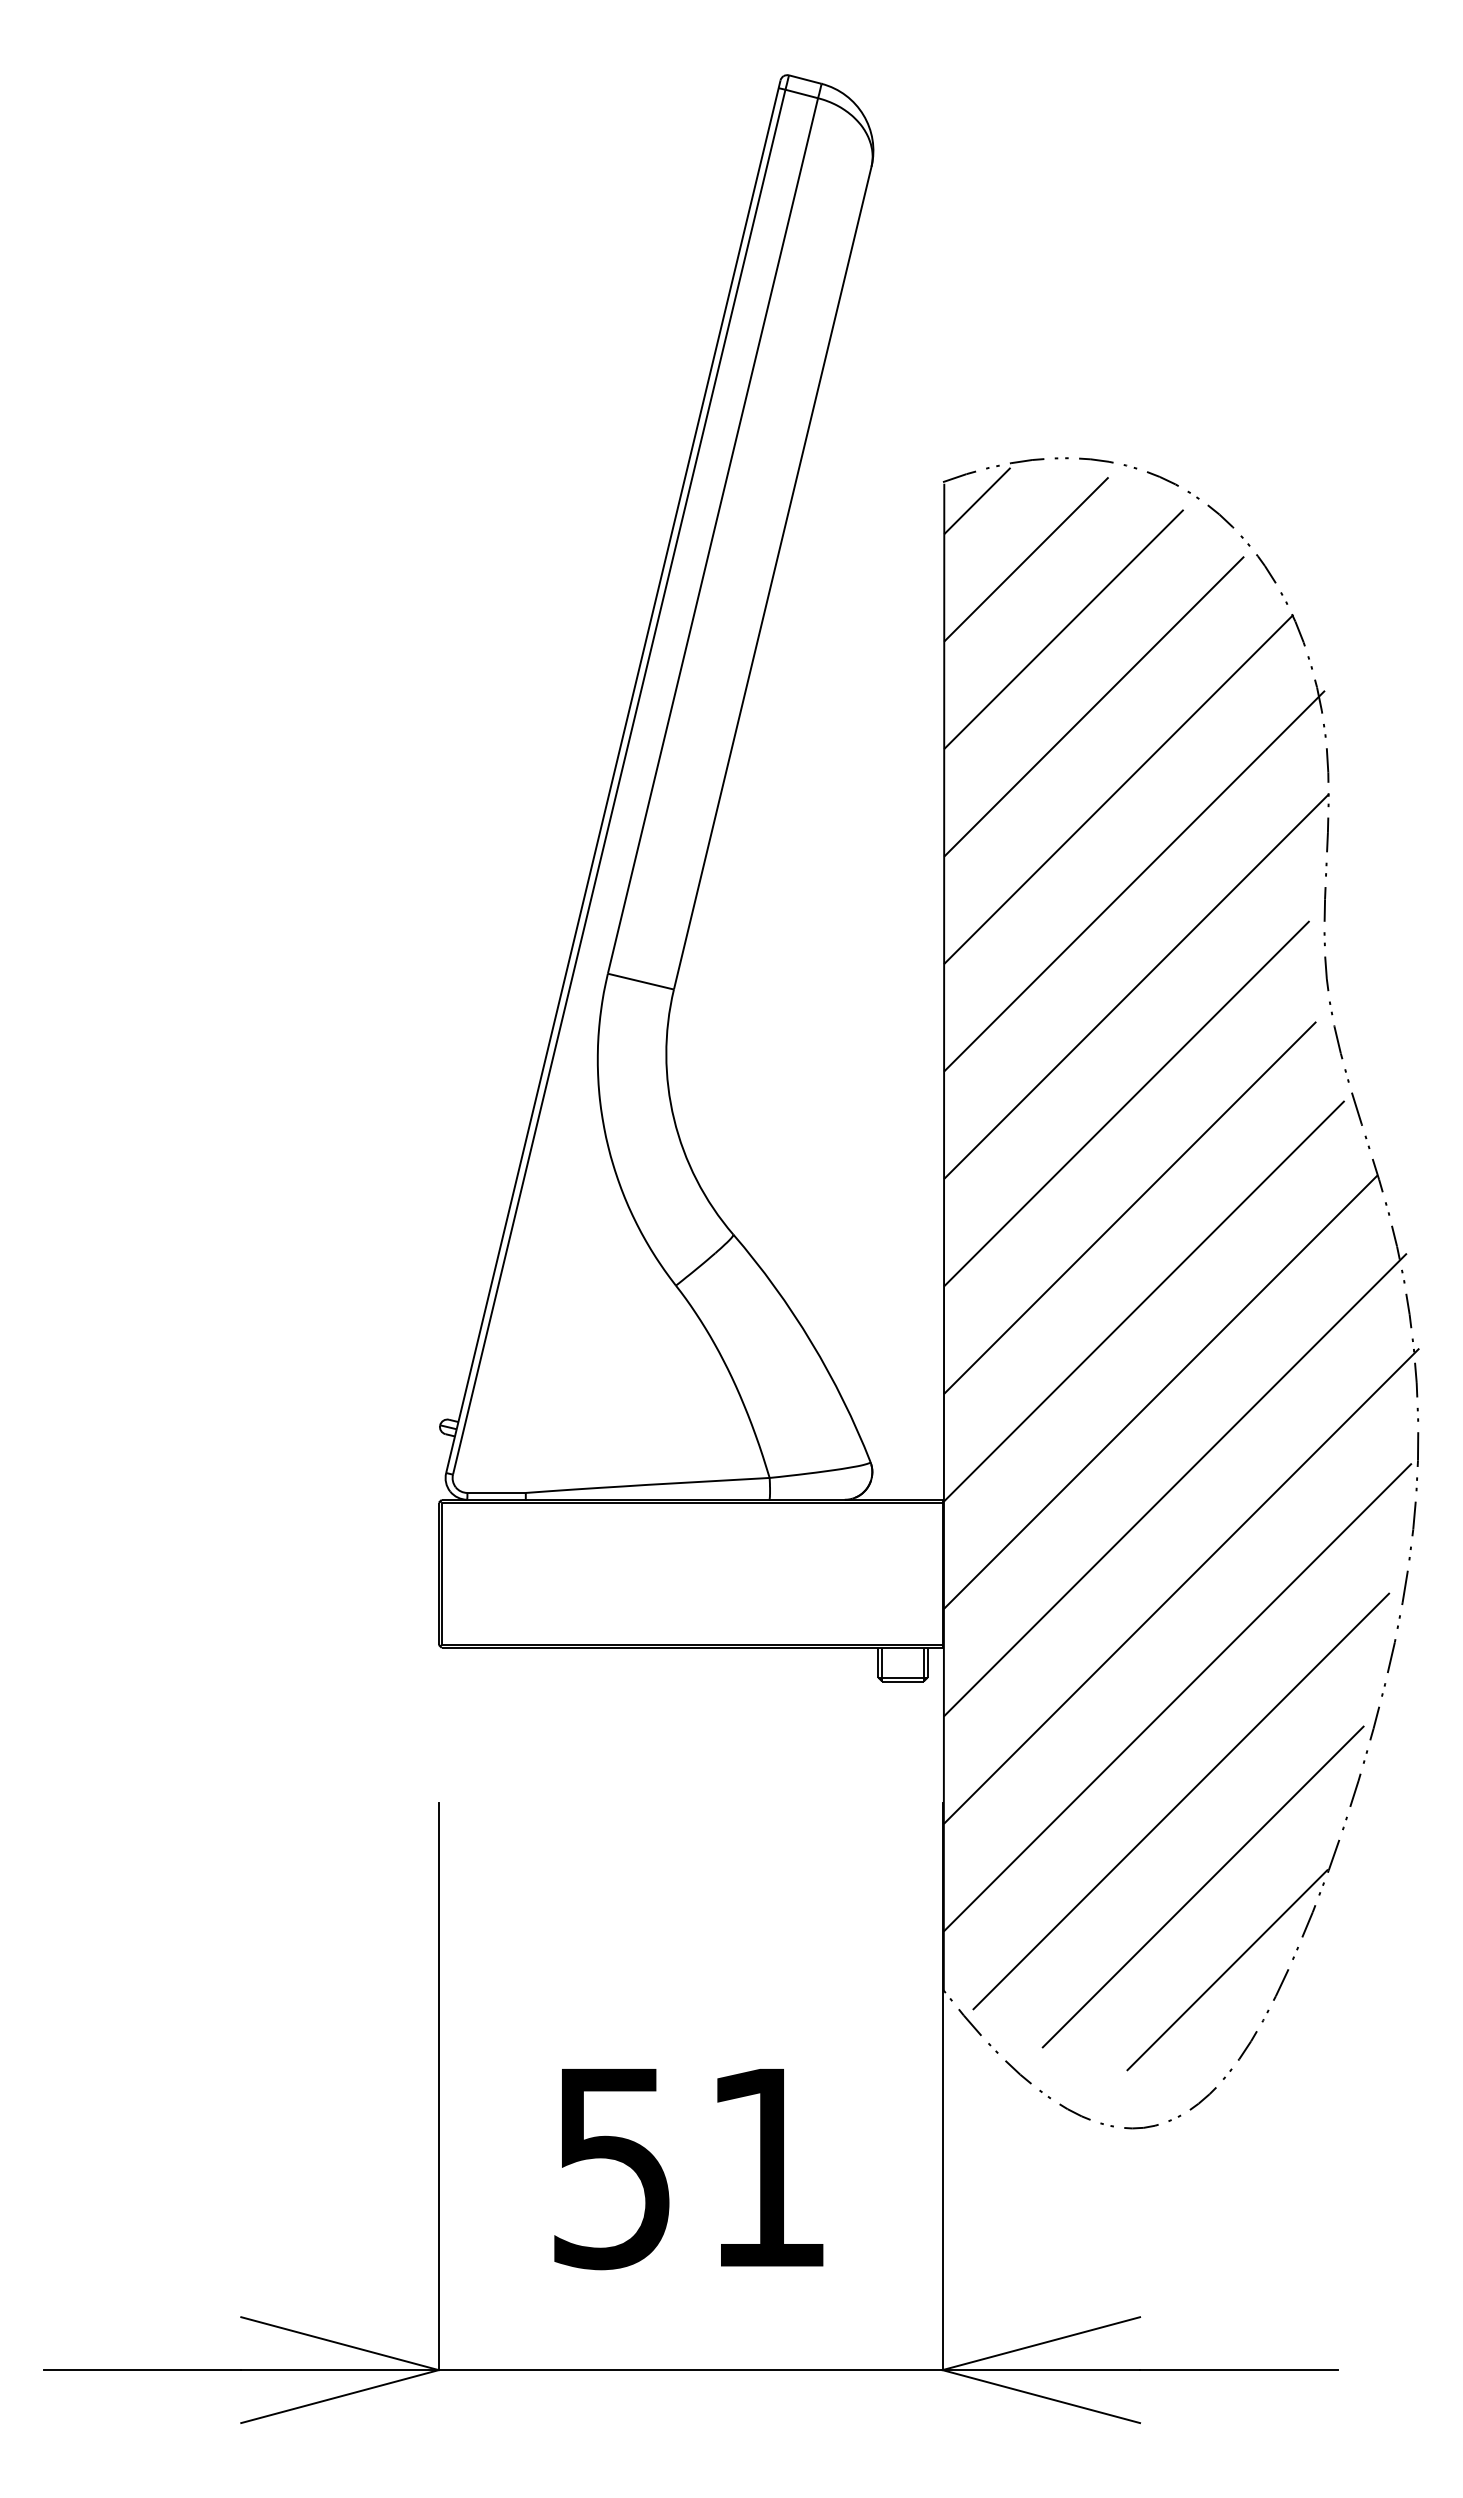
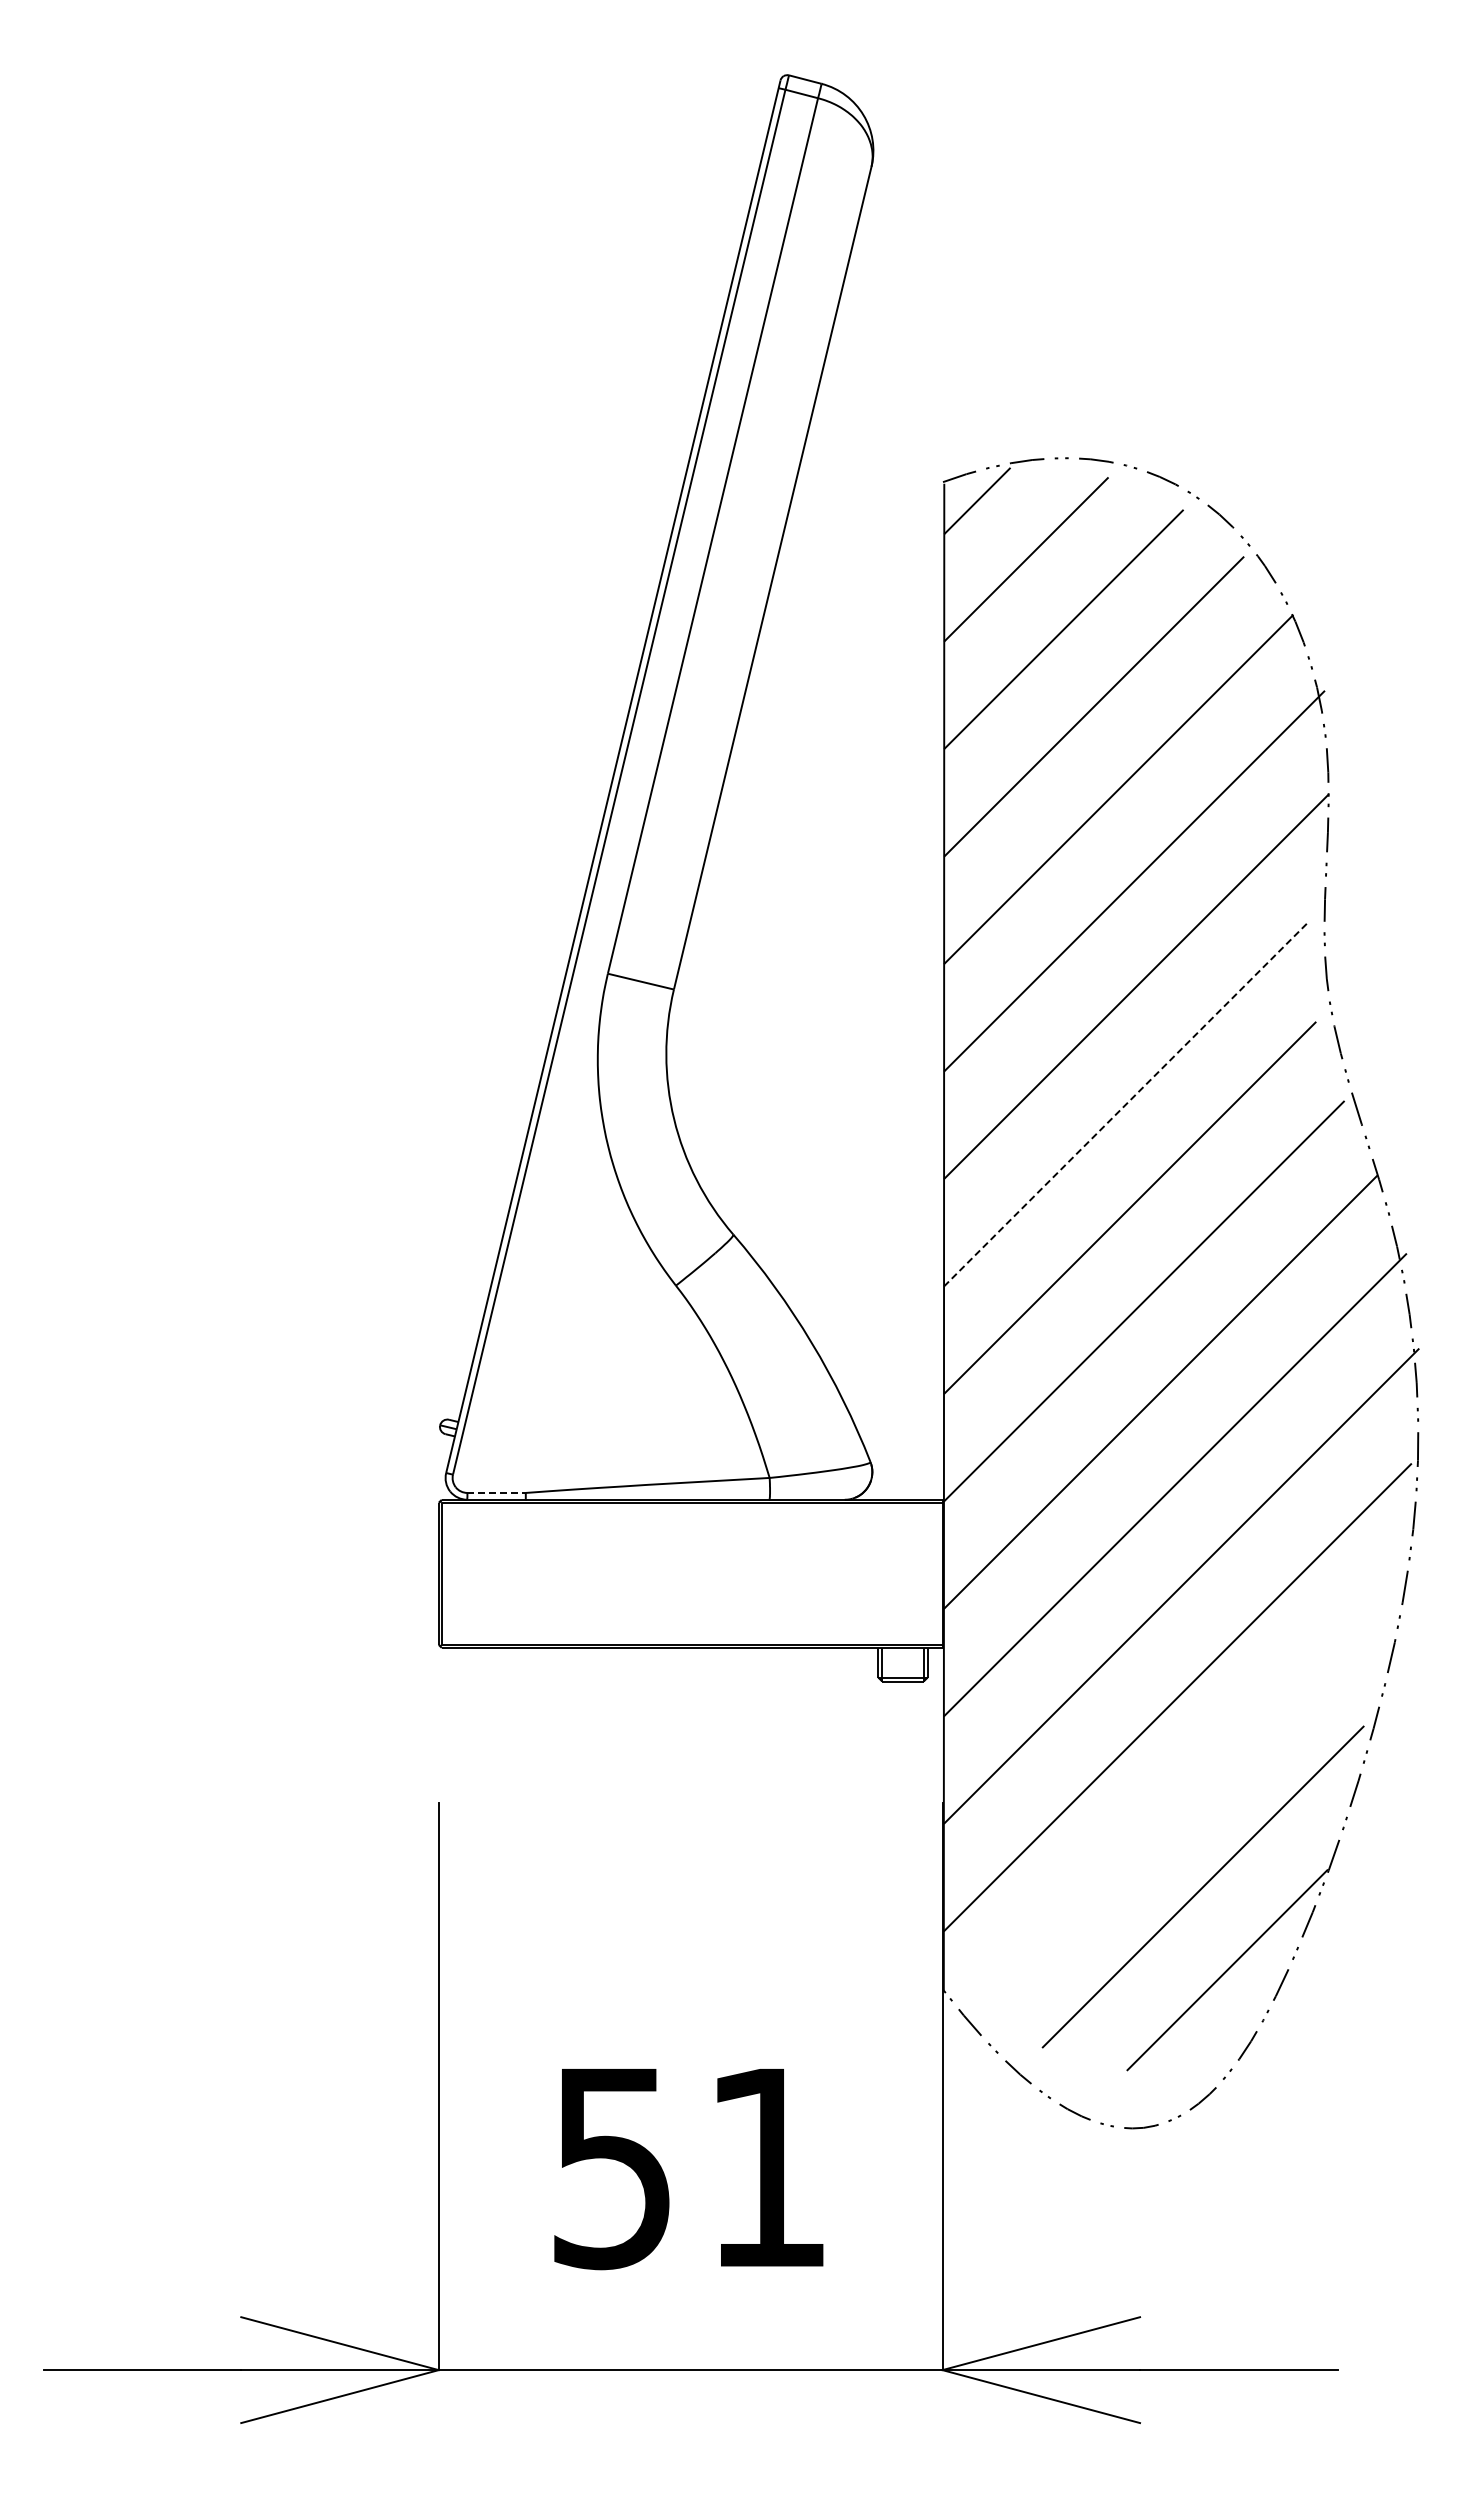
line at (1127, 1103): solid -> dashed
line at (497, 1492): solid -> dashed
line at (1181, 1801): present -> none
